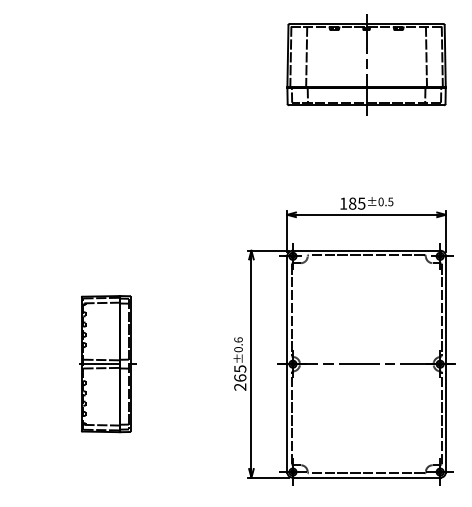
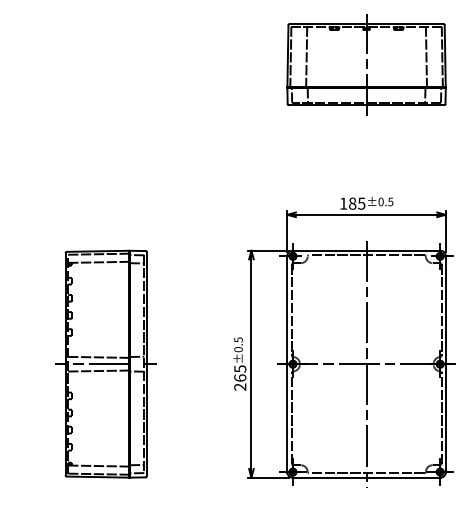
text at (238, 339): ±0.6 -> ±0.5
line at (366, 363): none -> present
part at (107, 364) size: 58x139 px -> 102x230 px
